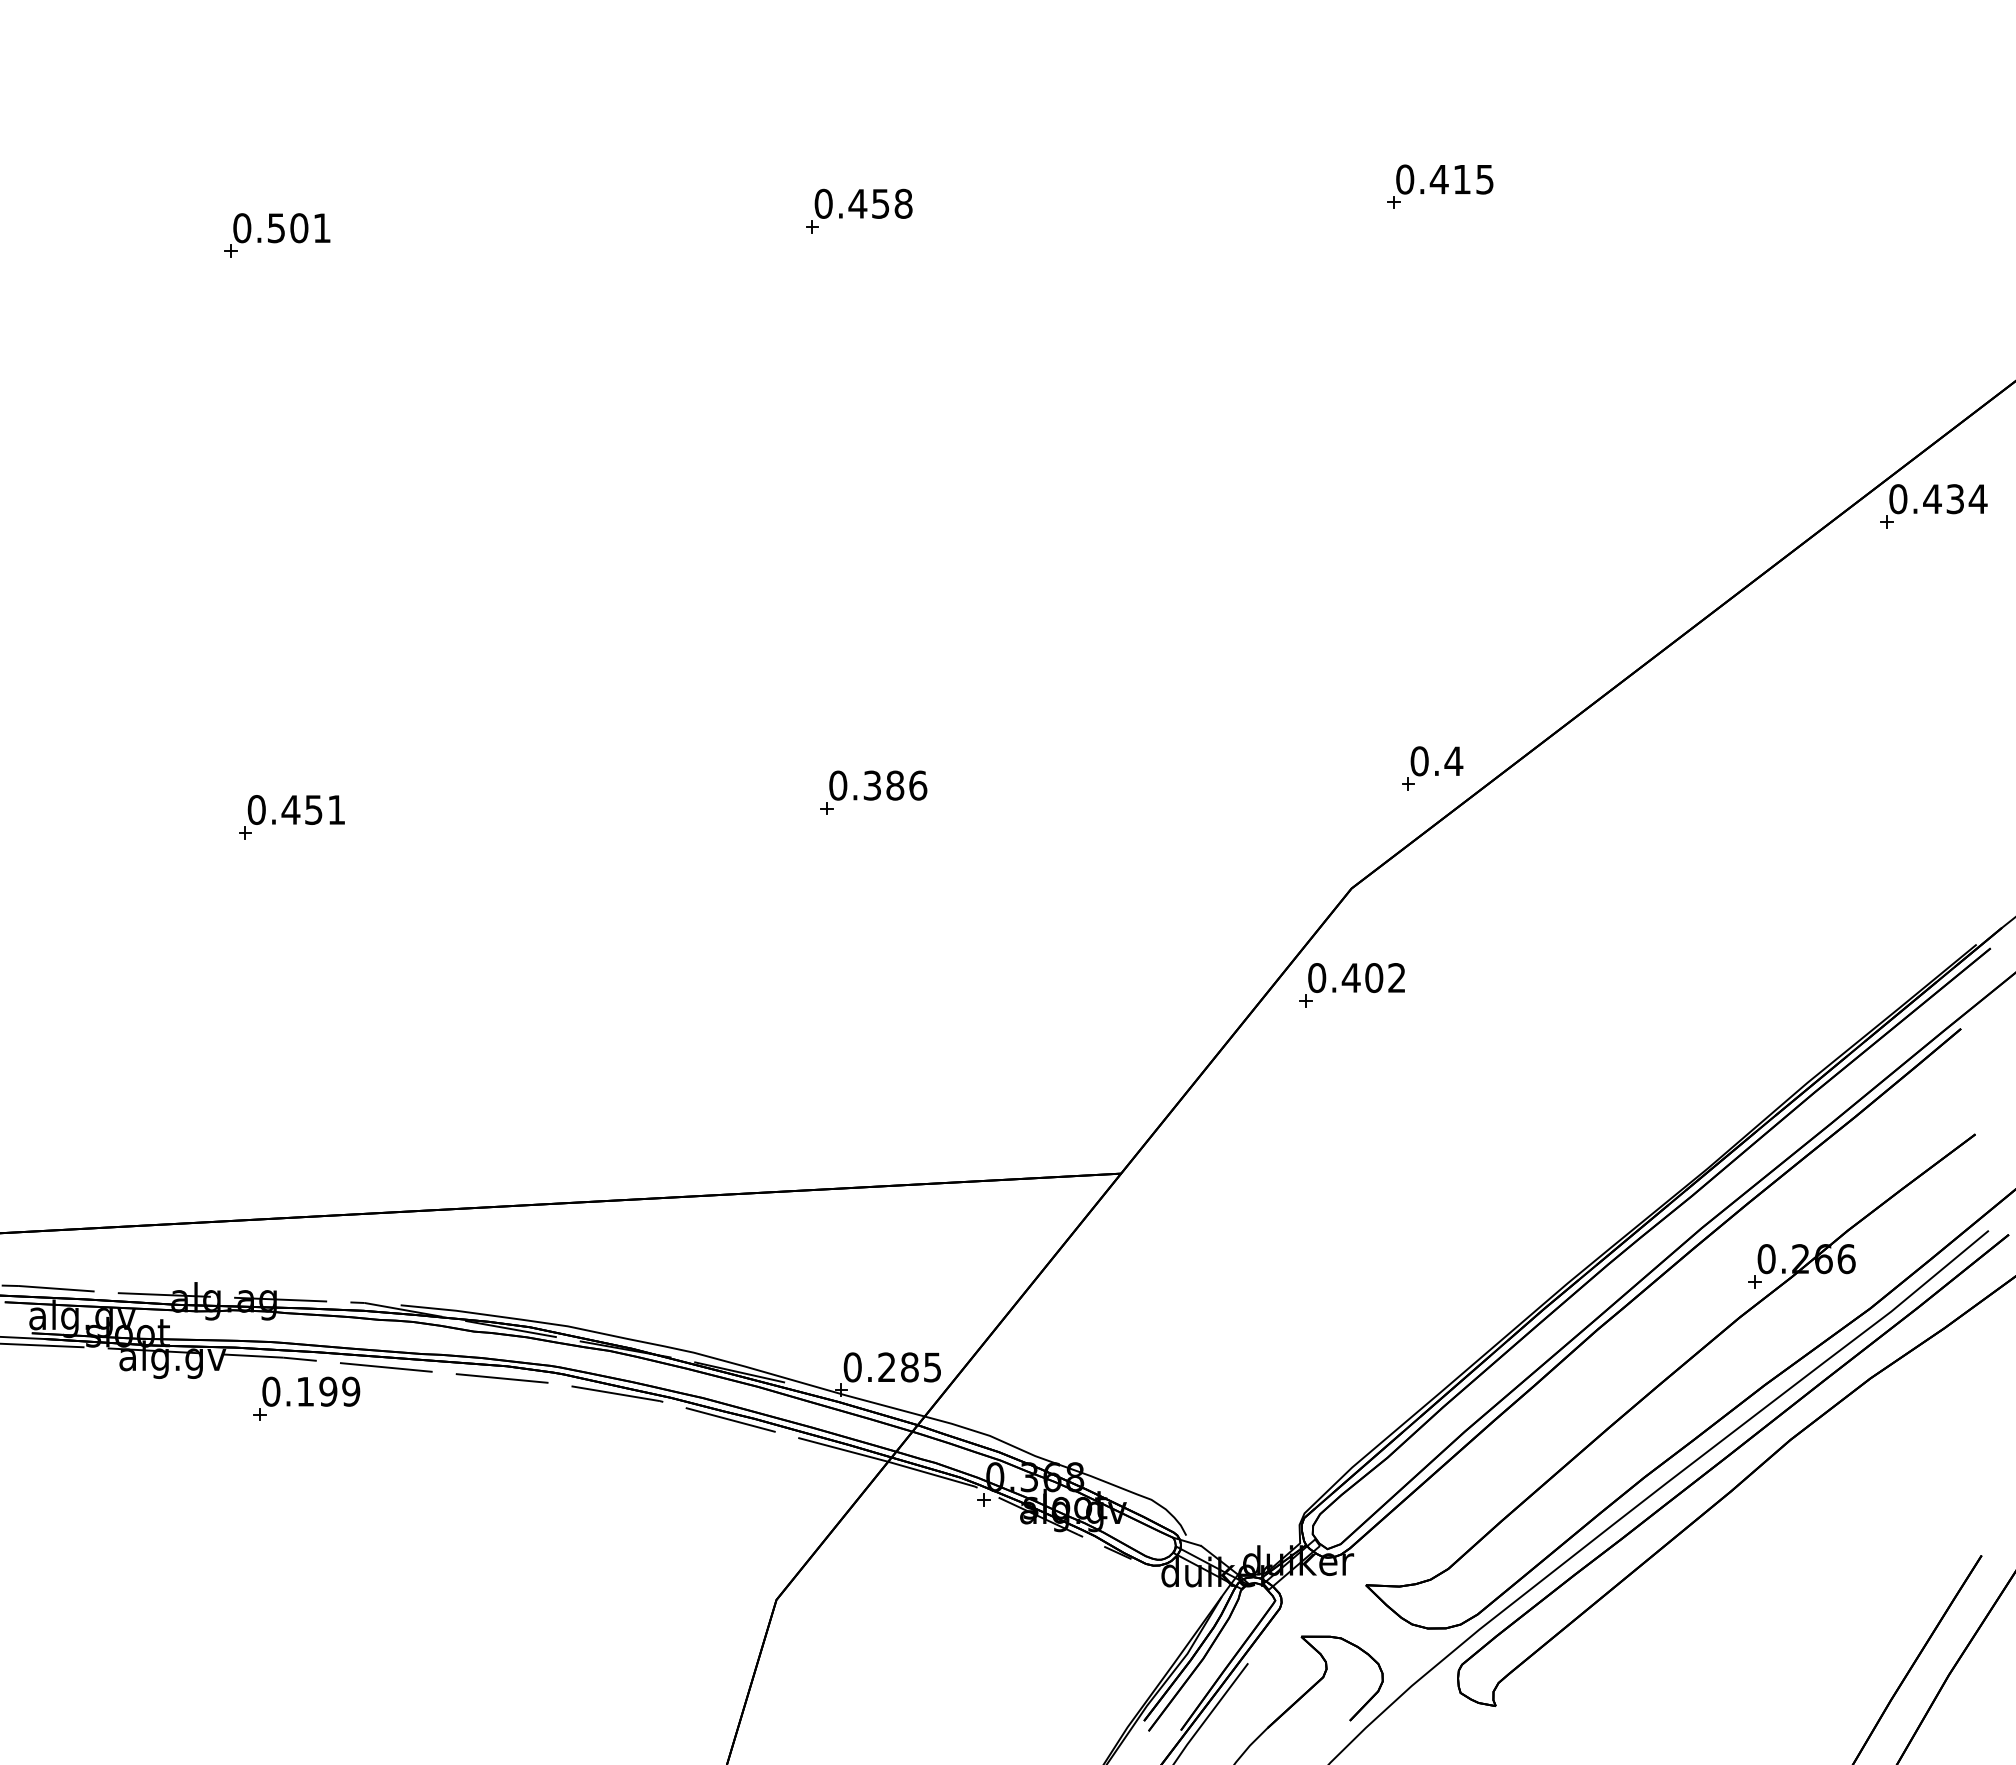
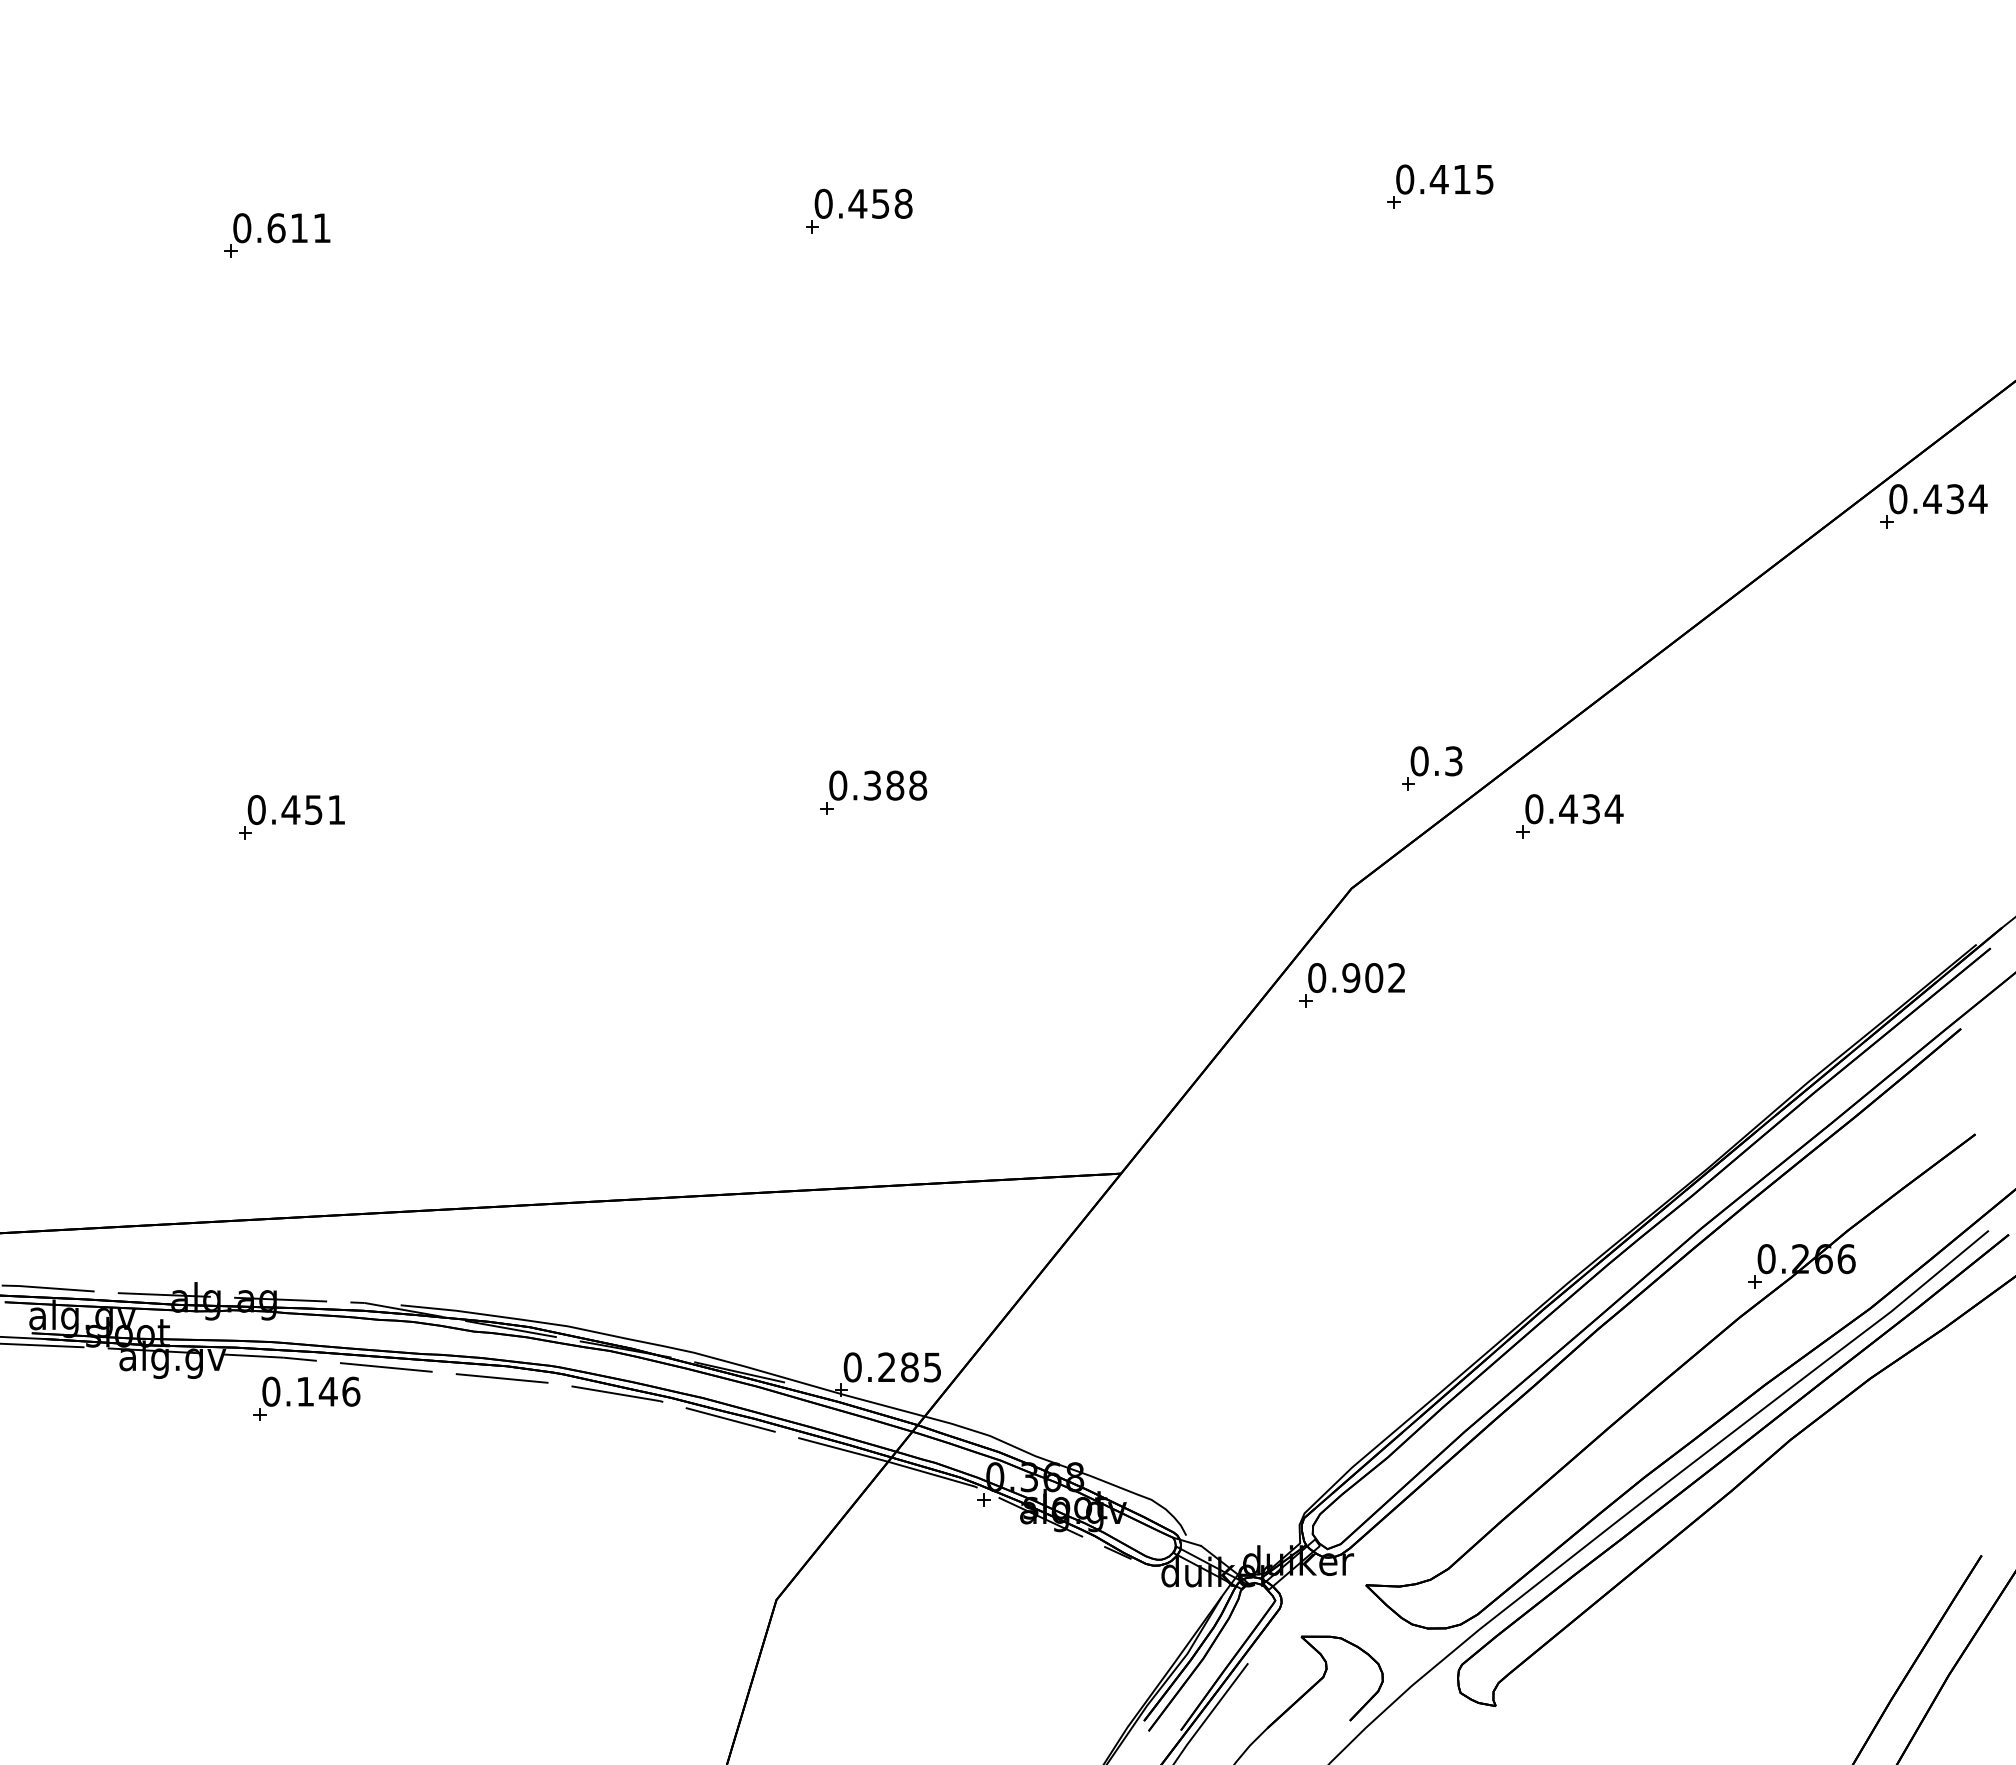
text at (287, 228): 0.501 -> 0.611
text at (1453, 761): 0.4 -> 0.3
text at (918, 785): 0.386 -> 0.388
part at (1569, 816): none -> present
text at (1350, 978): 0.402 -> 0.902
text at (339, 1391): 0.199 -> 0.146
